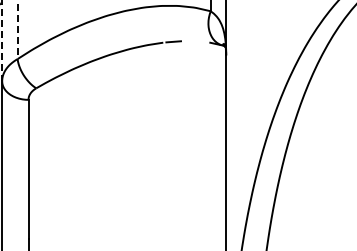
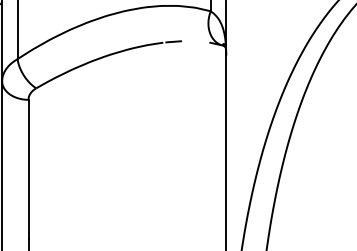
line at (17, 30): dashed -> solid
line at (2, 41): dashed -> solid
